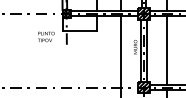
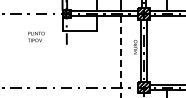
text at (46, 36) position: (46, 36) -> (36, 36)
line at (166, 50): present -> none
line at (120, 56): solid -> dashed
